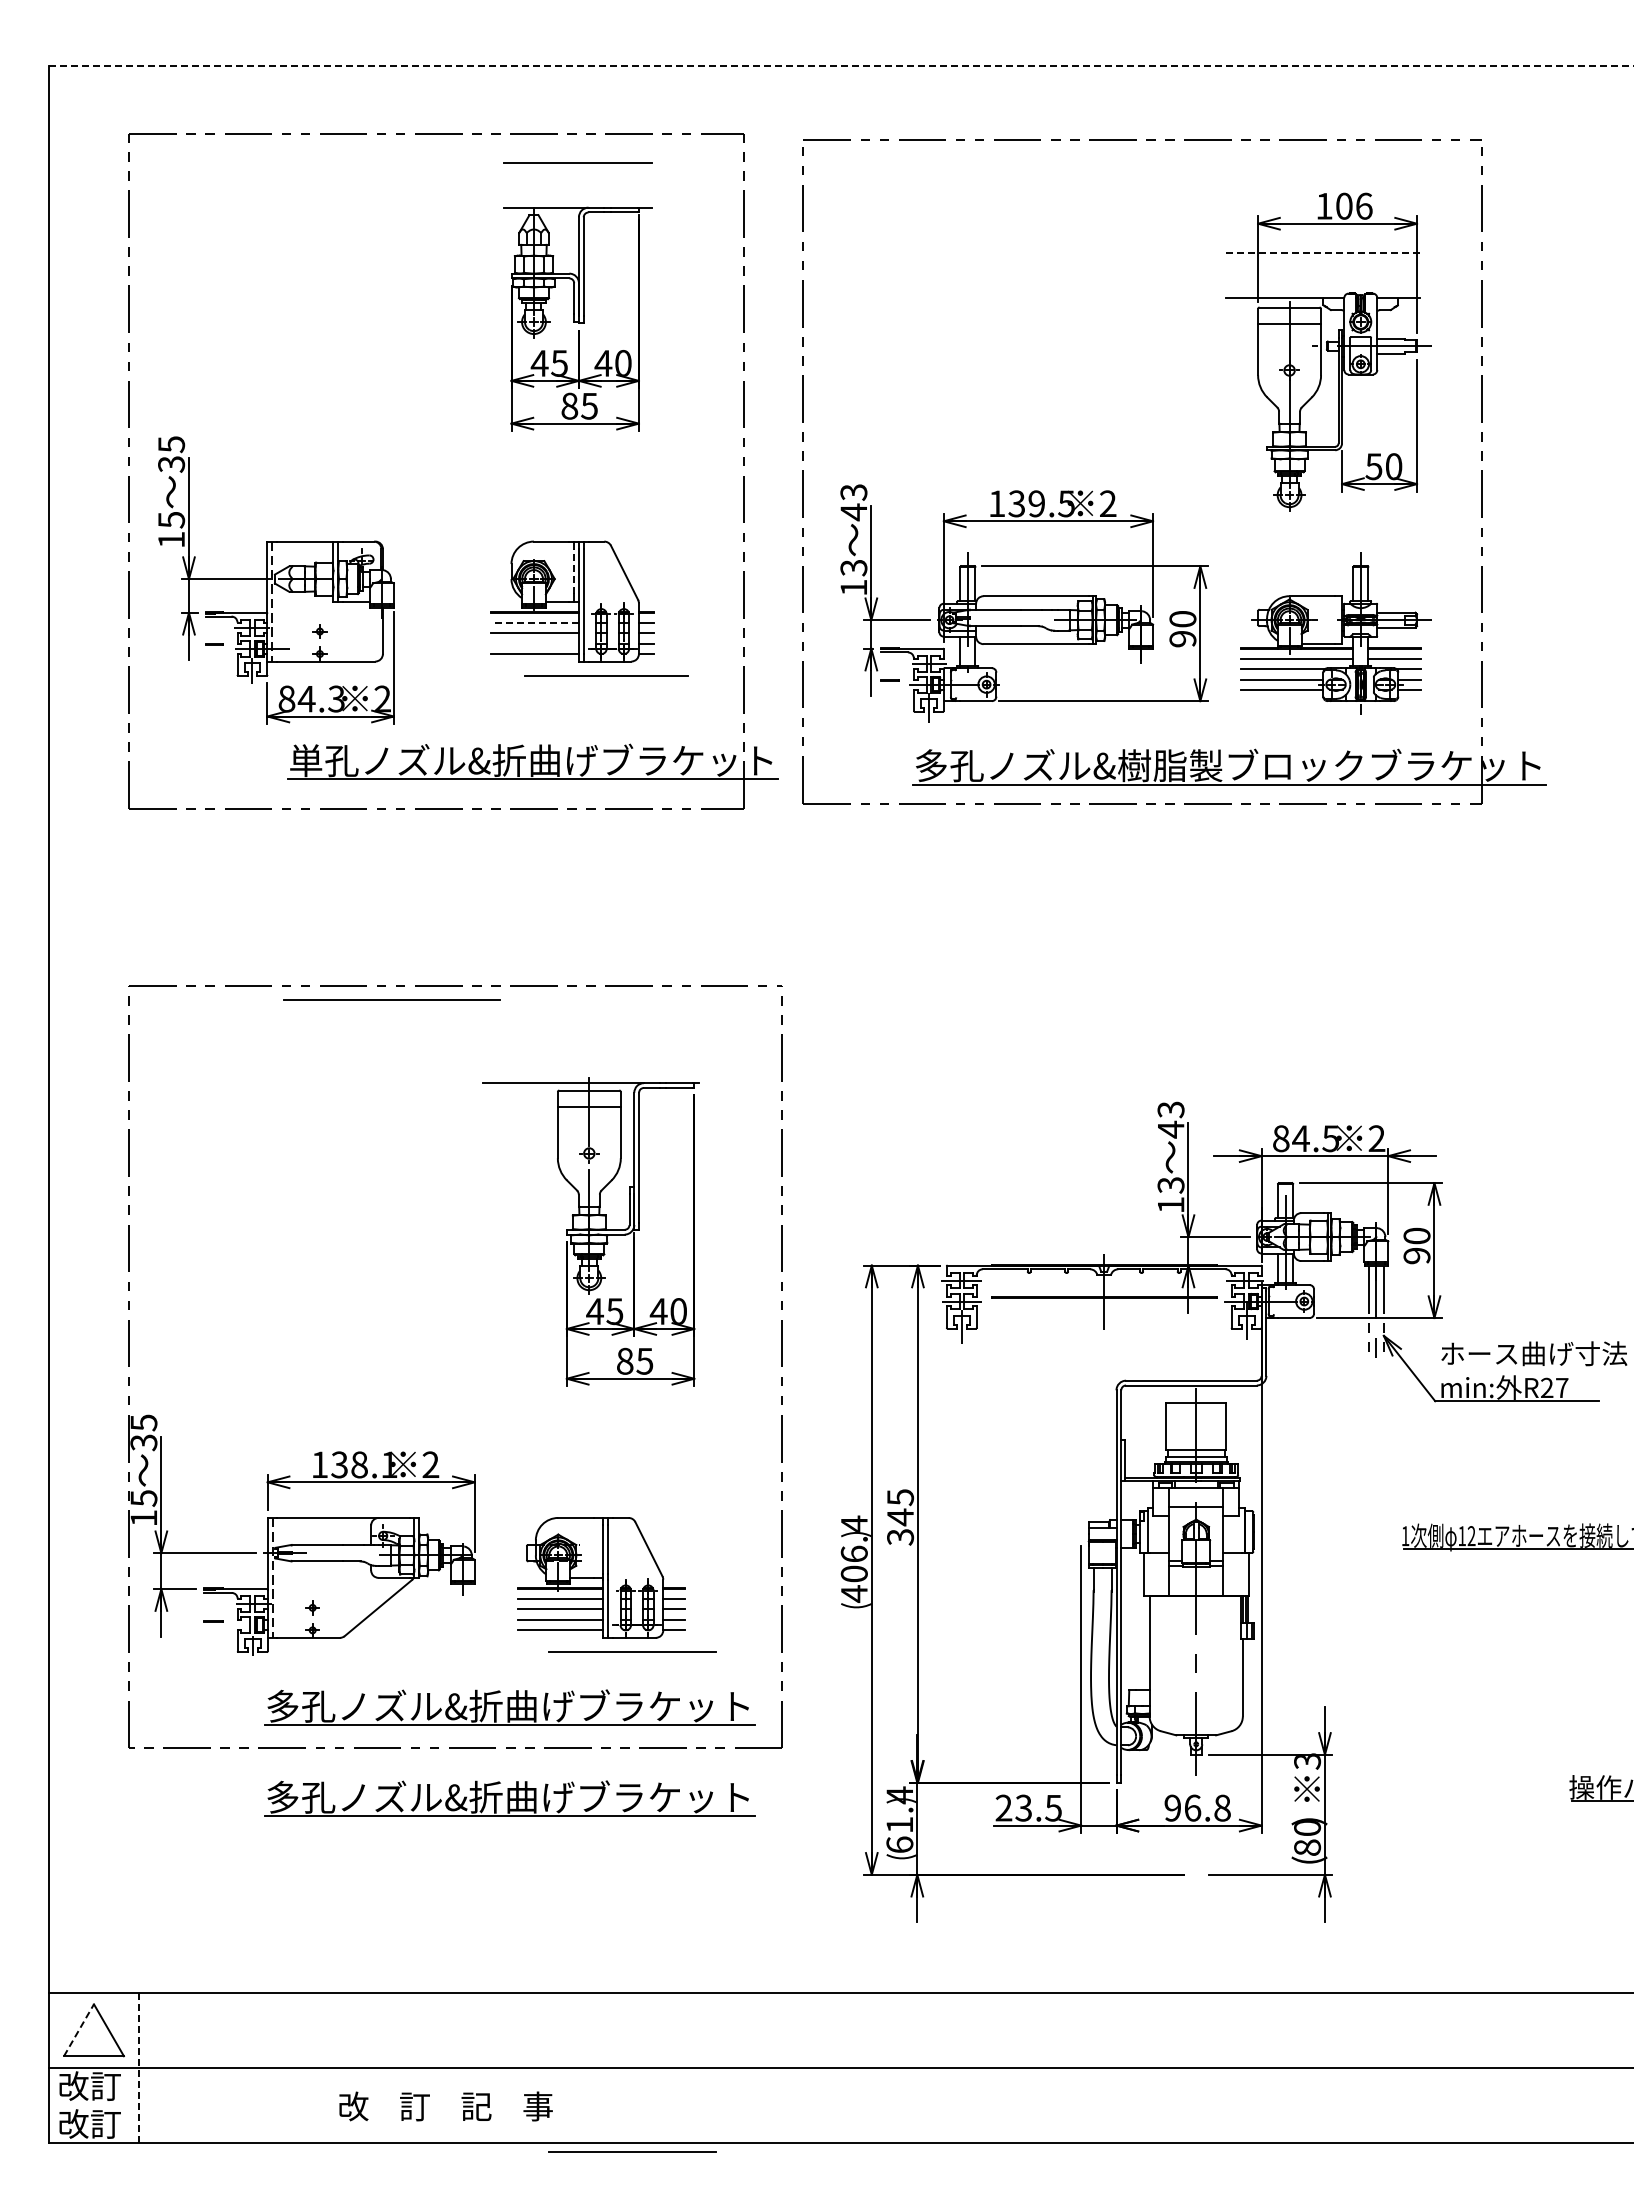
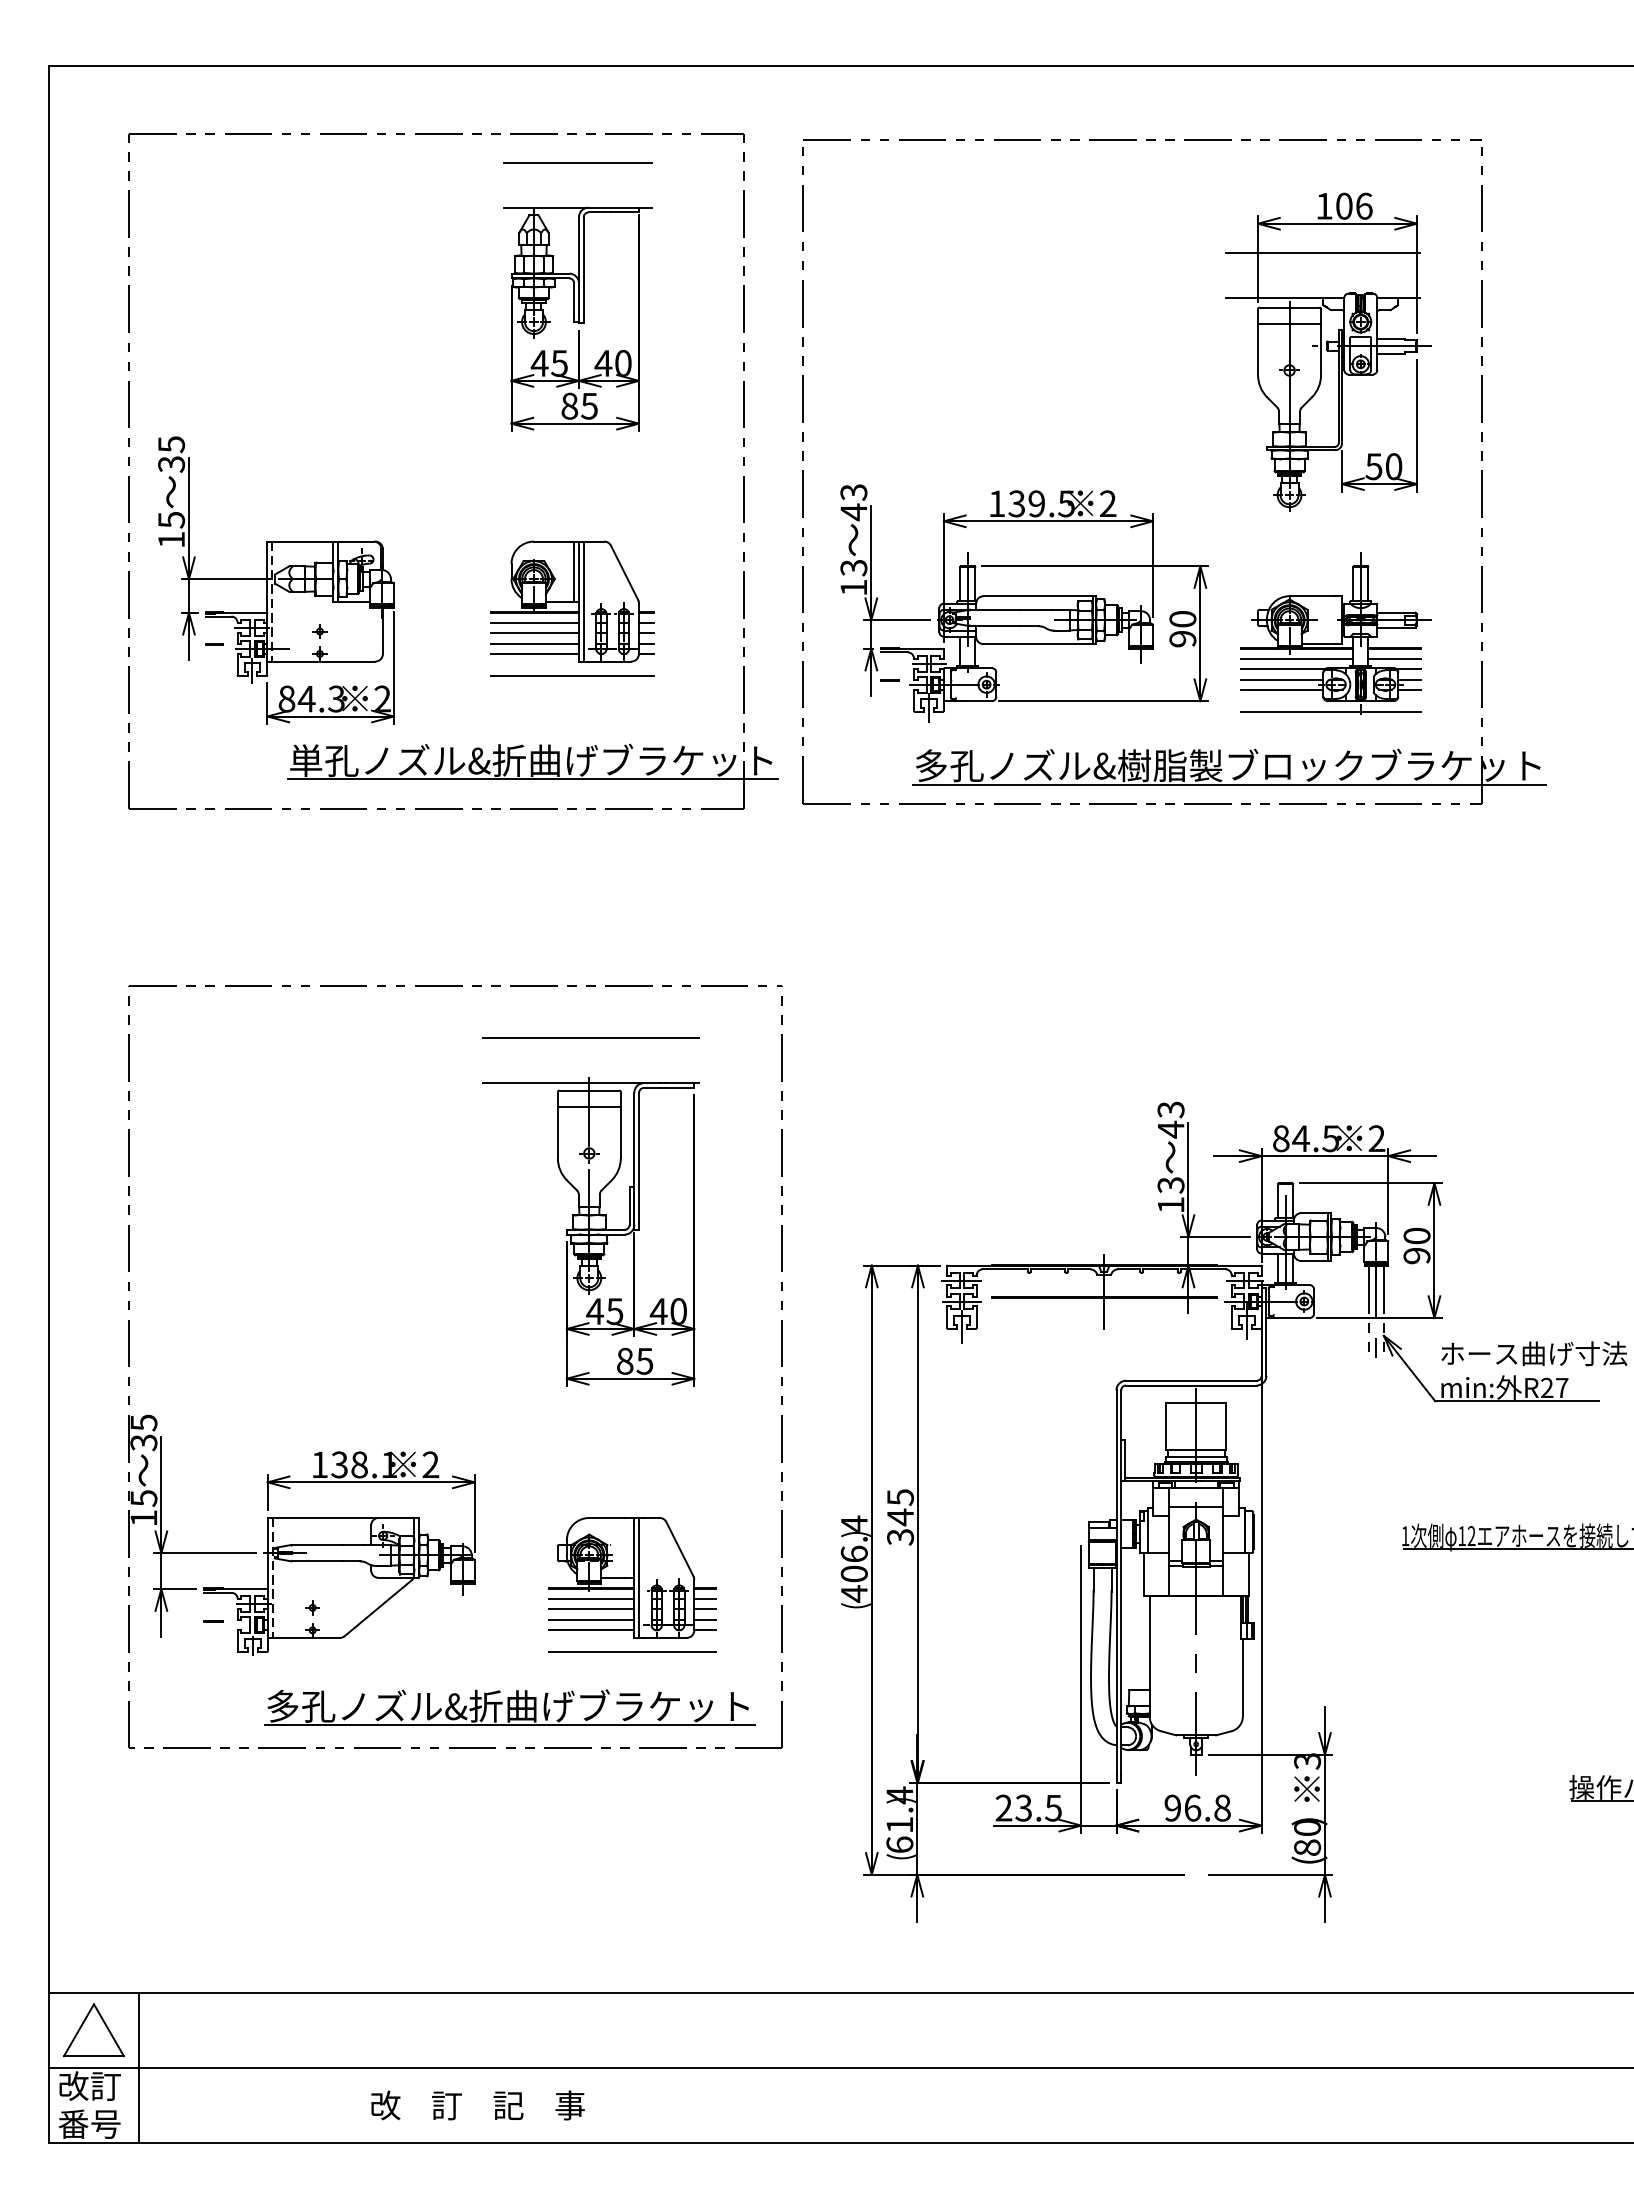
line at (840, 66): dashed -> solid
line at (1323, 253): dashed -> solid
line at (574, 571): dashed -> solid
line at (535, 622): dashed -> solid
line at (534, 643): none -> present
line at (606, 675) position: (606, 675) -> (572, 675)
line at (1330, 711): none -> present
line at (391, 999) position: (391, 999) -> (590, 1037)
part at (601, 1577) position: (601, 1577) -> (632, 1577)
part at (509, 1798): present -> none
line at (78, 2030): dashed -> solid
line at (138, 2067): dashed -> solid
text at (445, 2106) position: (445, 2106) -> (477, 2105)
text at (89, 2123): 改訂 -> 番号
line at (632, 2151): present -> none
